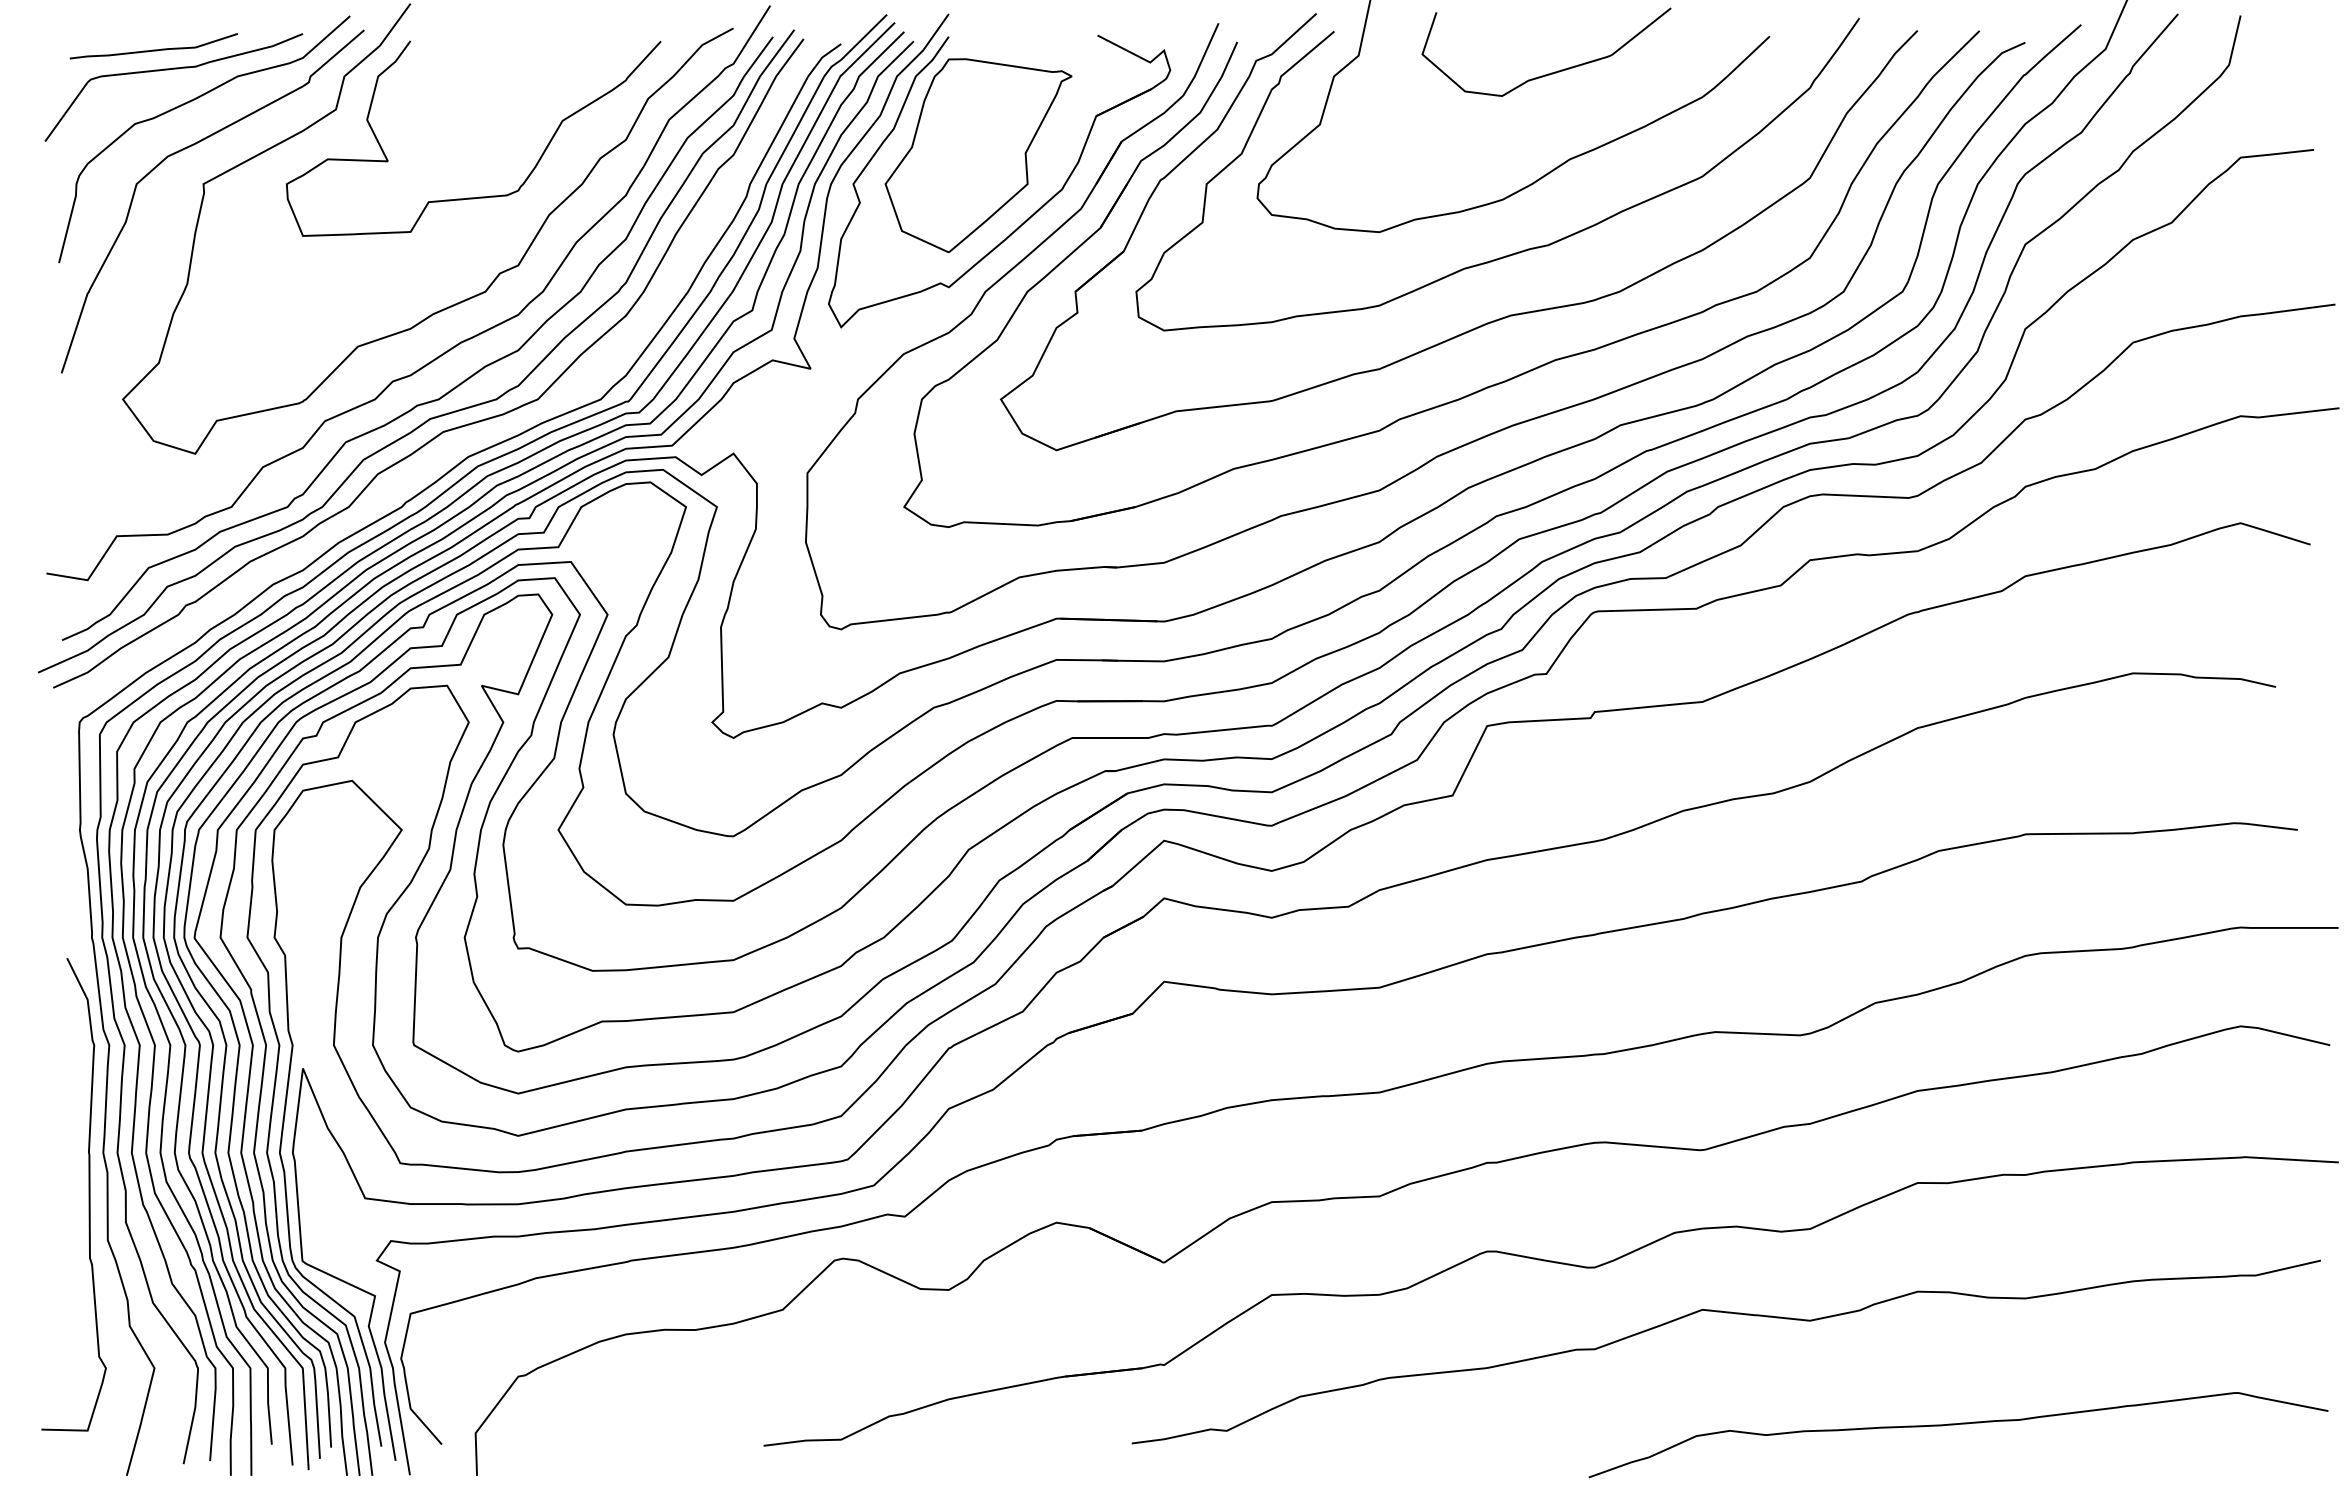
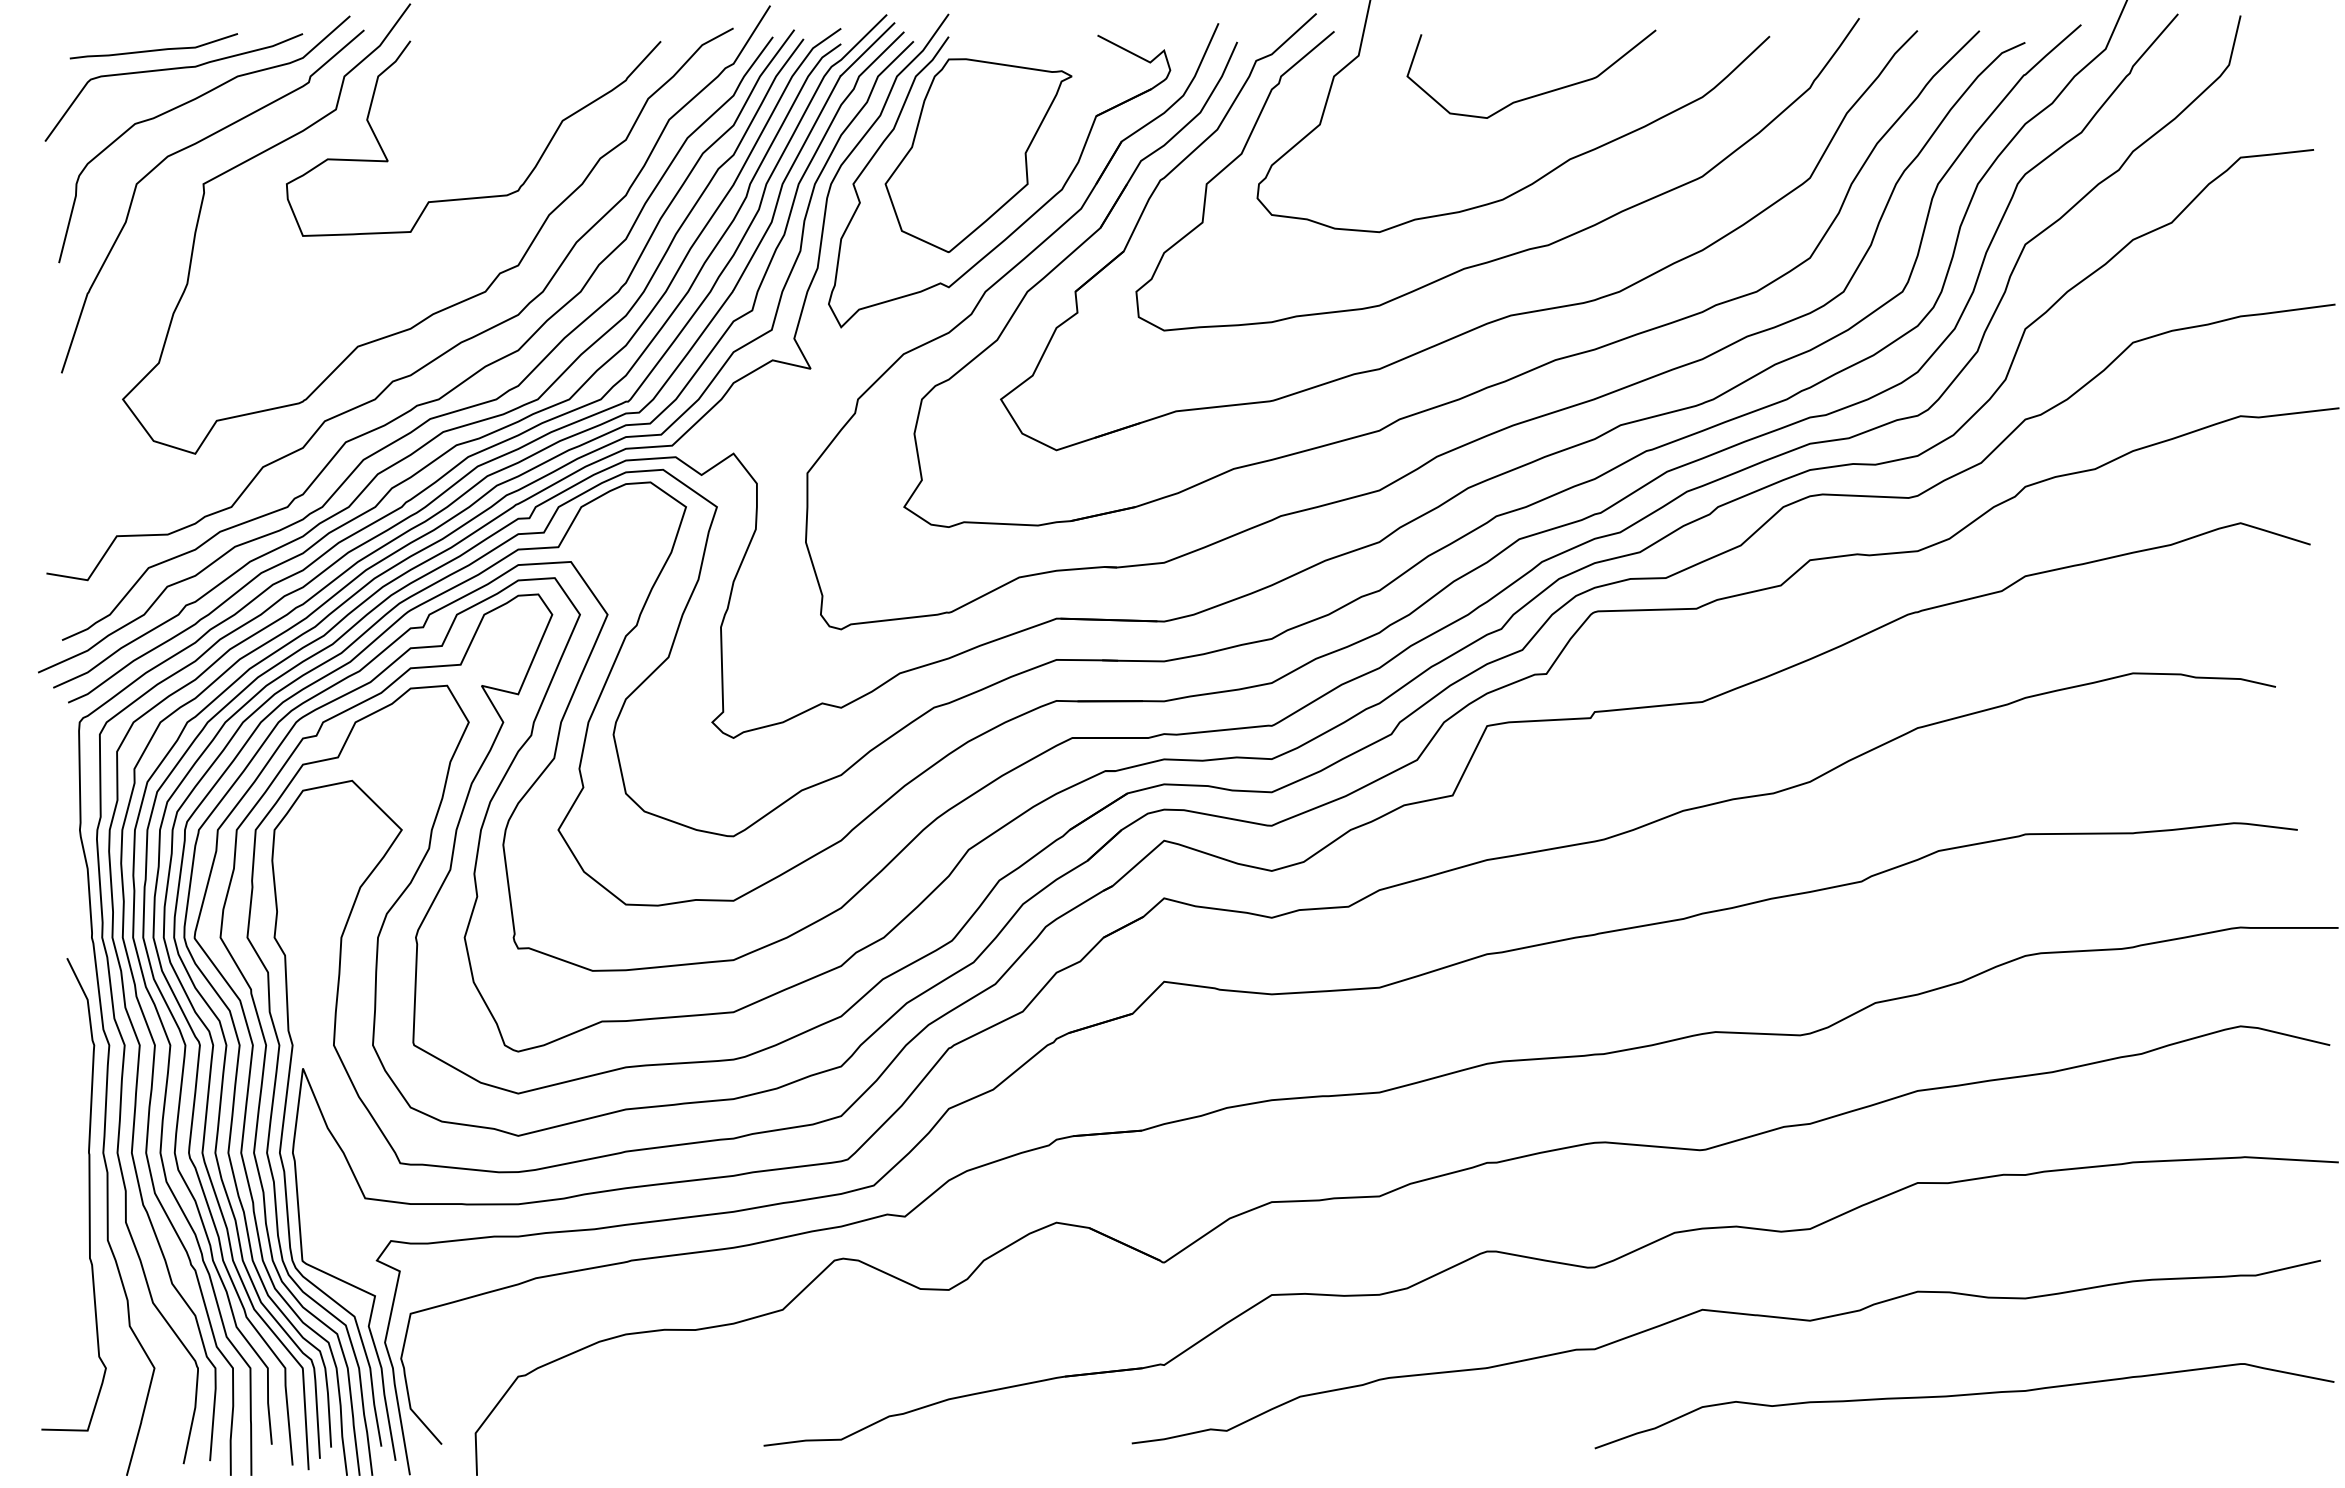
curve at (1554, 71) position: (1554, 71) -> (1539, 93)
curve at (487, 433): none -> present
curve at (1955, 1425) position: (1955, 1425) -> (1961, 1396)
